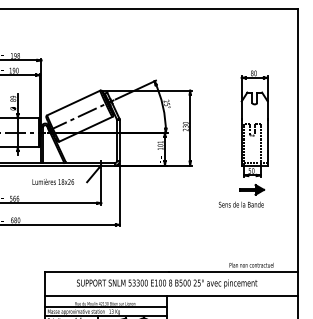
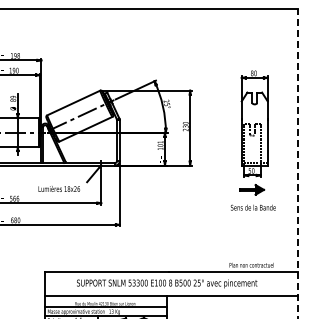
line at (297, 163): solid -> dashed
text at (52, 181) position: (52, 181) -> (58, 188)
text at (240, 204) position: (240, 204) -> (252, 207)
